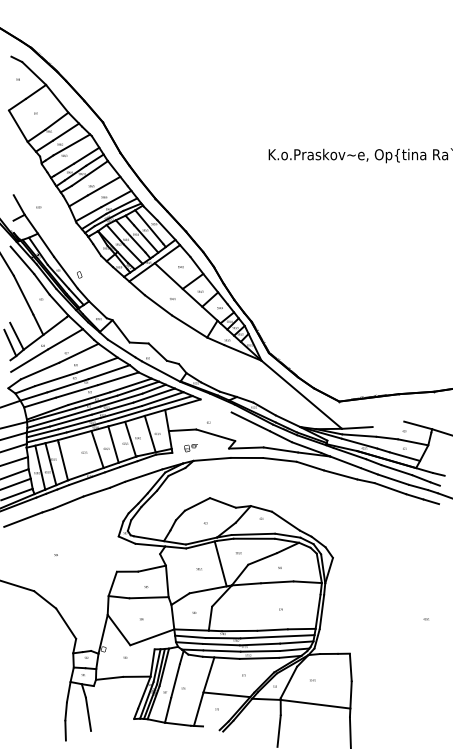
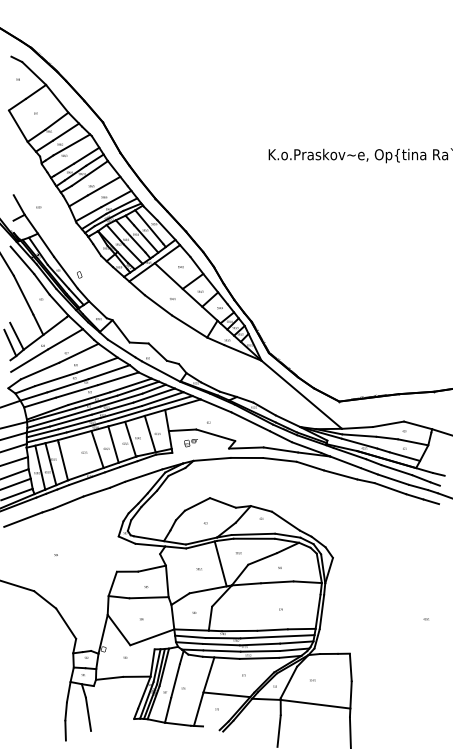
line at (215, 405): none -> present
line at (388, 424): none -> present
text at (190, 448) position: (190, 448) -> (190, 443)
